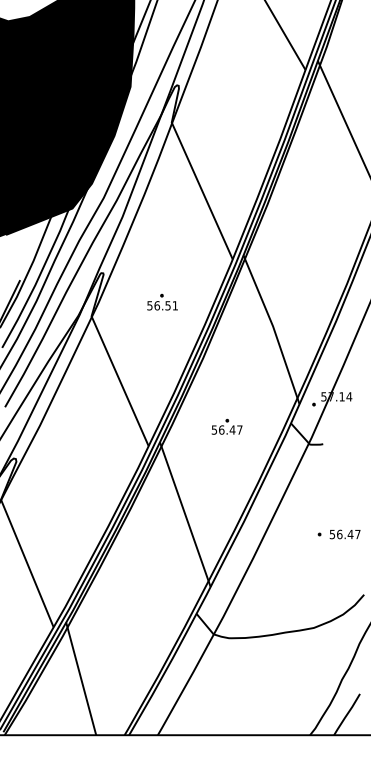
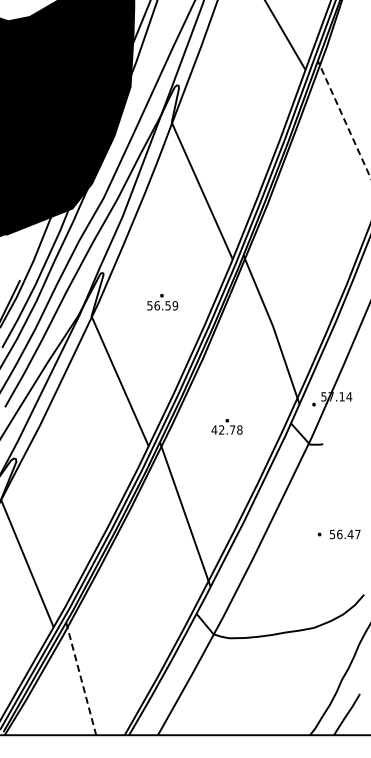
line at (344, 119): solid -> dashed
text at (175, 305): 56.51 -> 56.59
text at (226, 429): 56.47 -> 42.78
line at (81, 678): solid -> dashed
